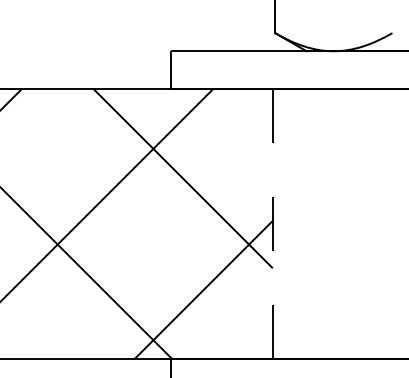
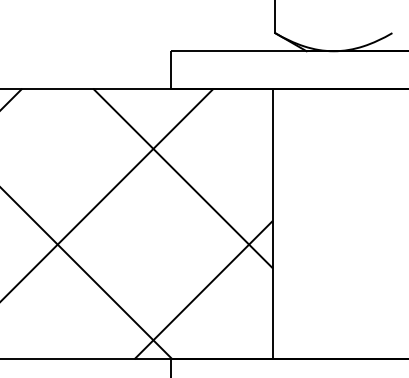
line at (272, 223): dashed -> solid
